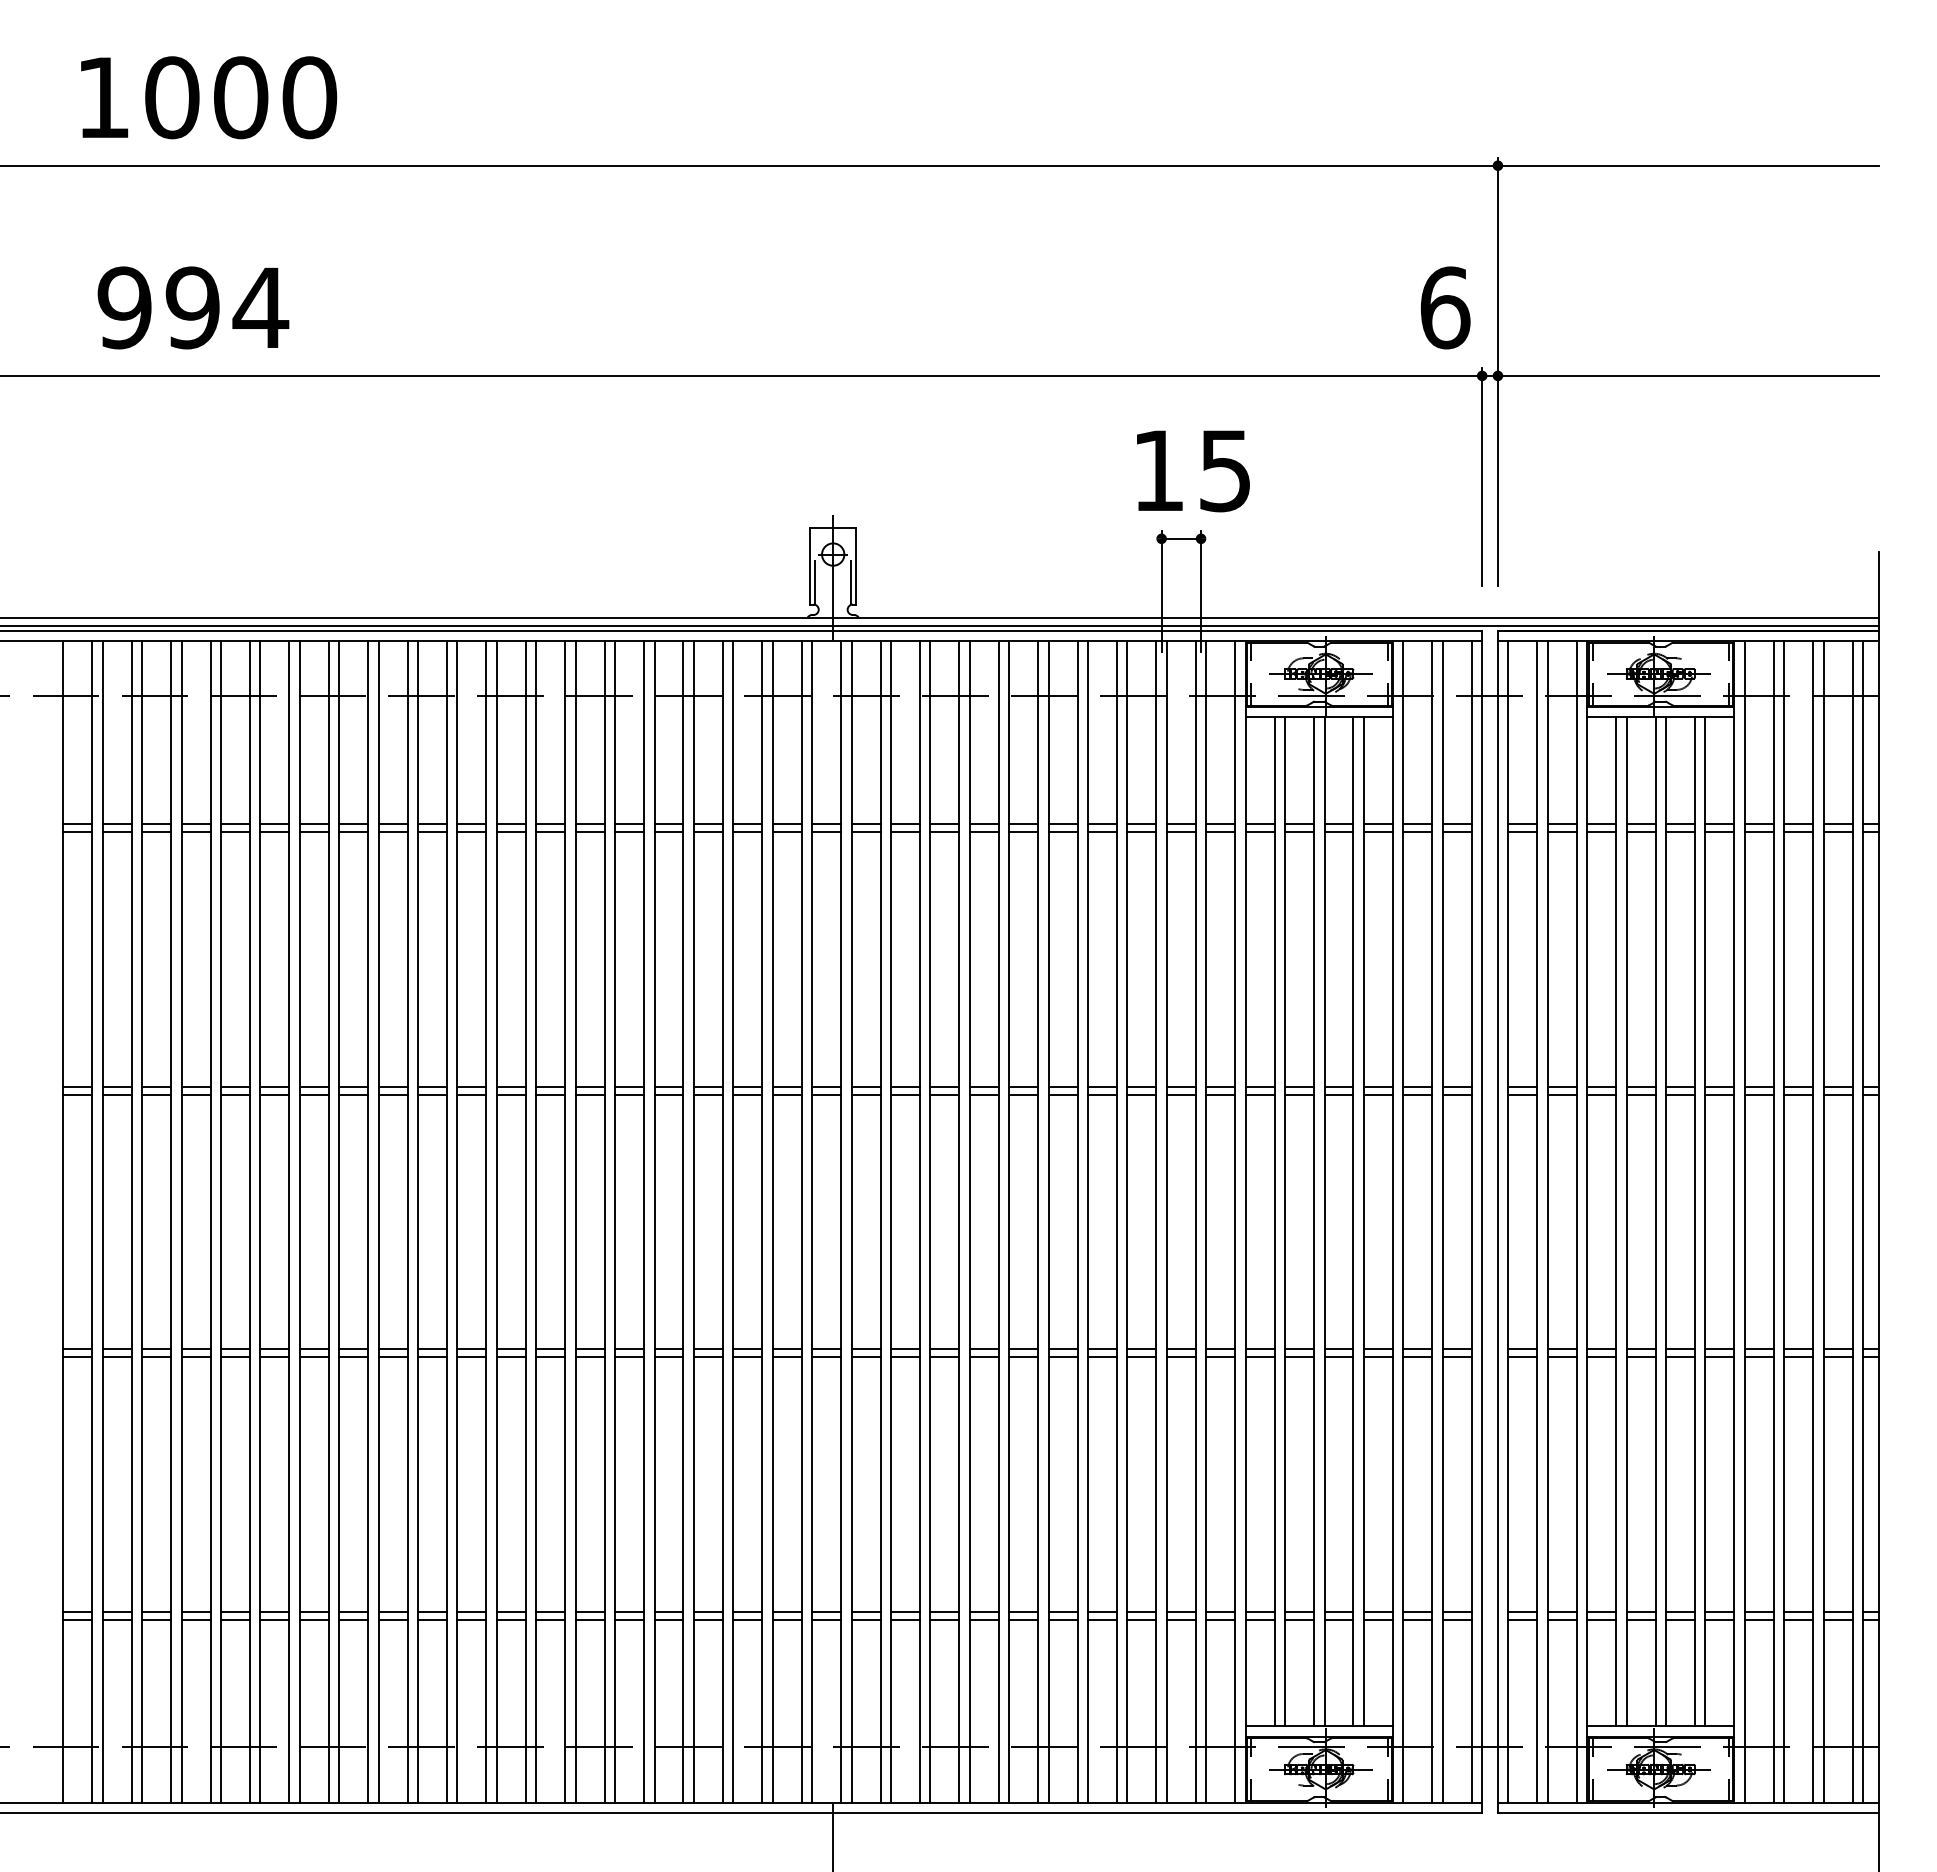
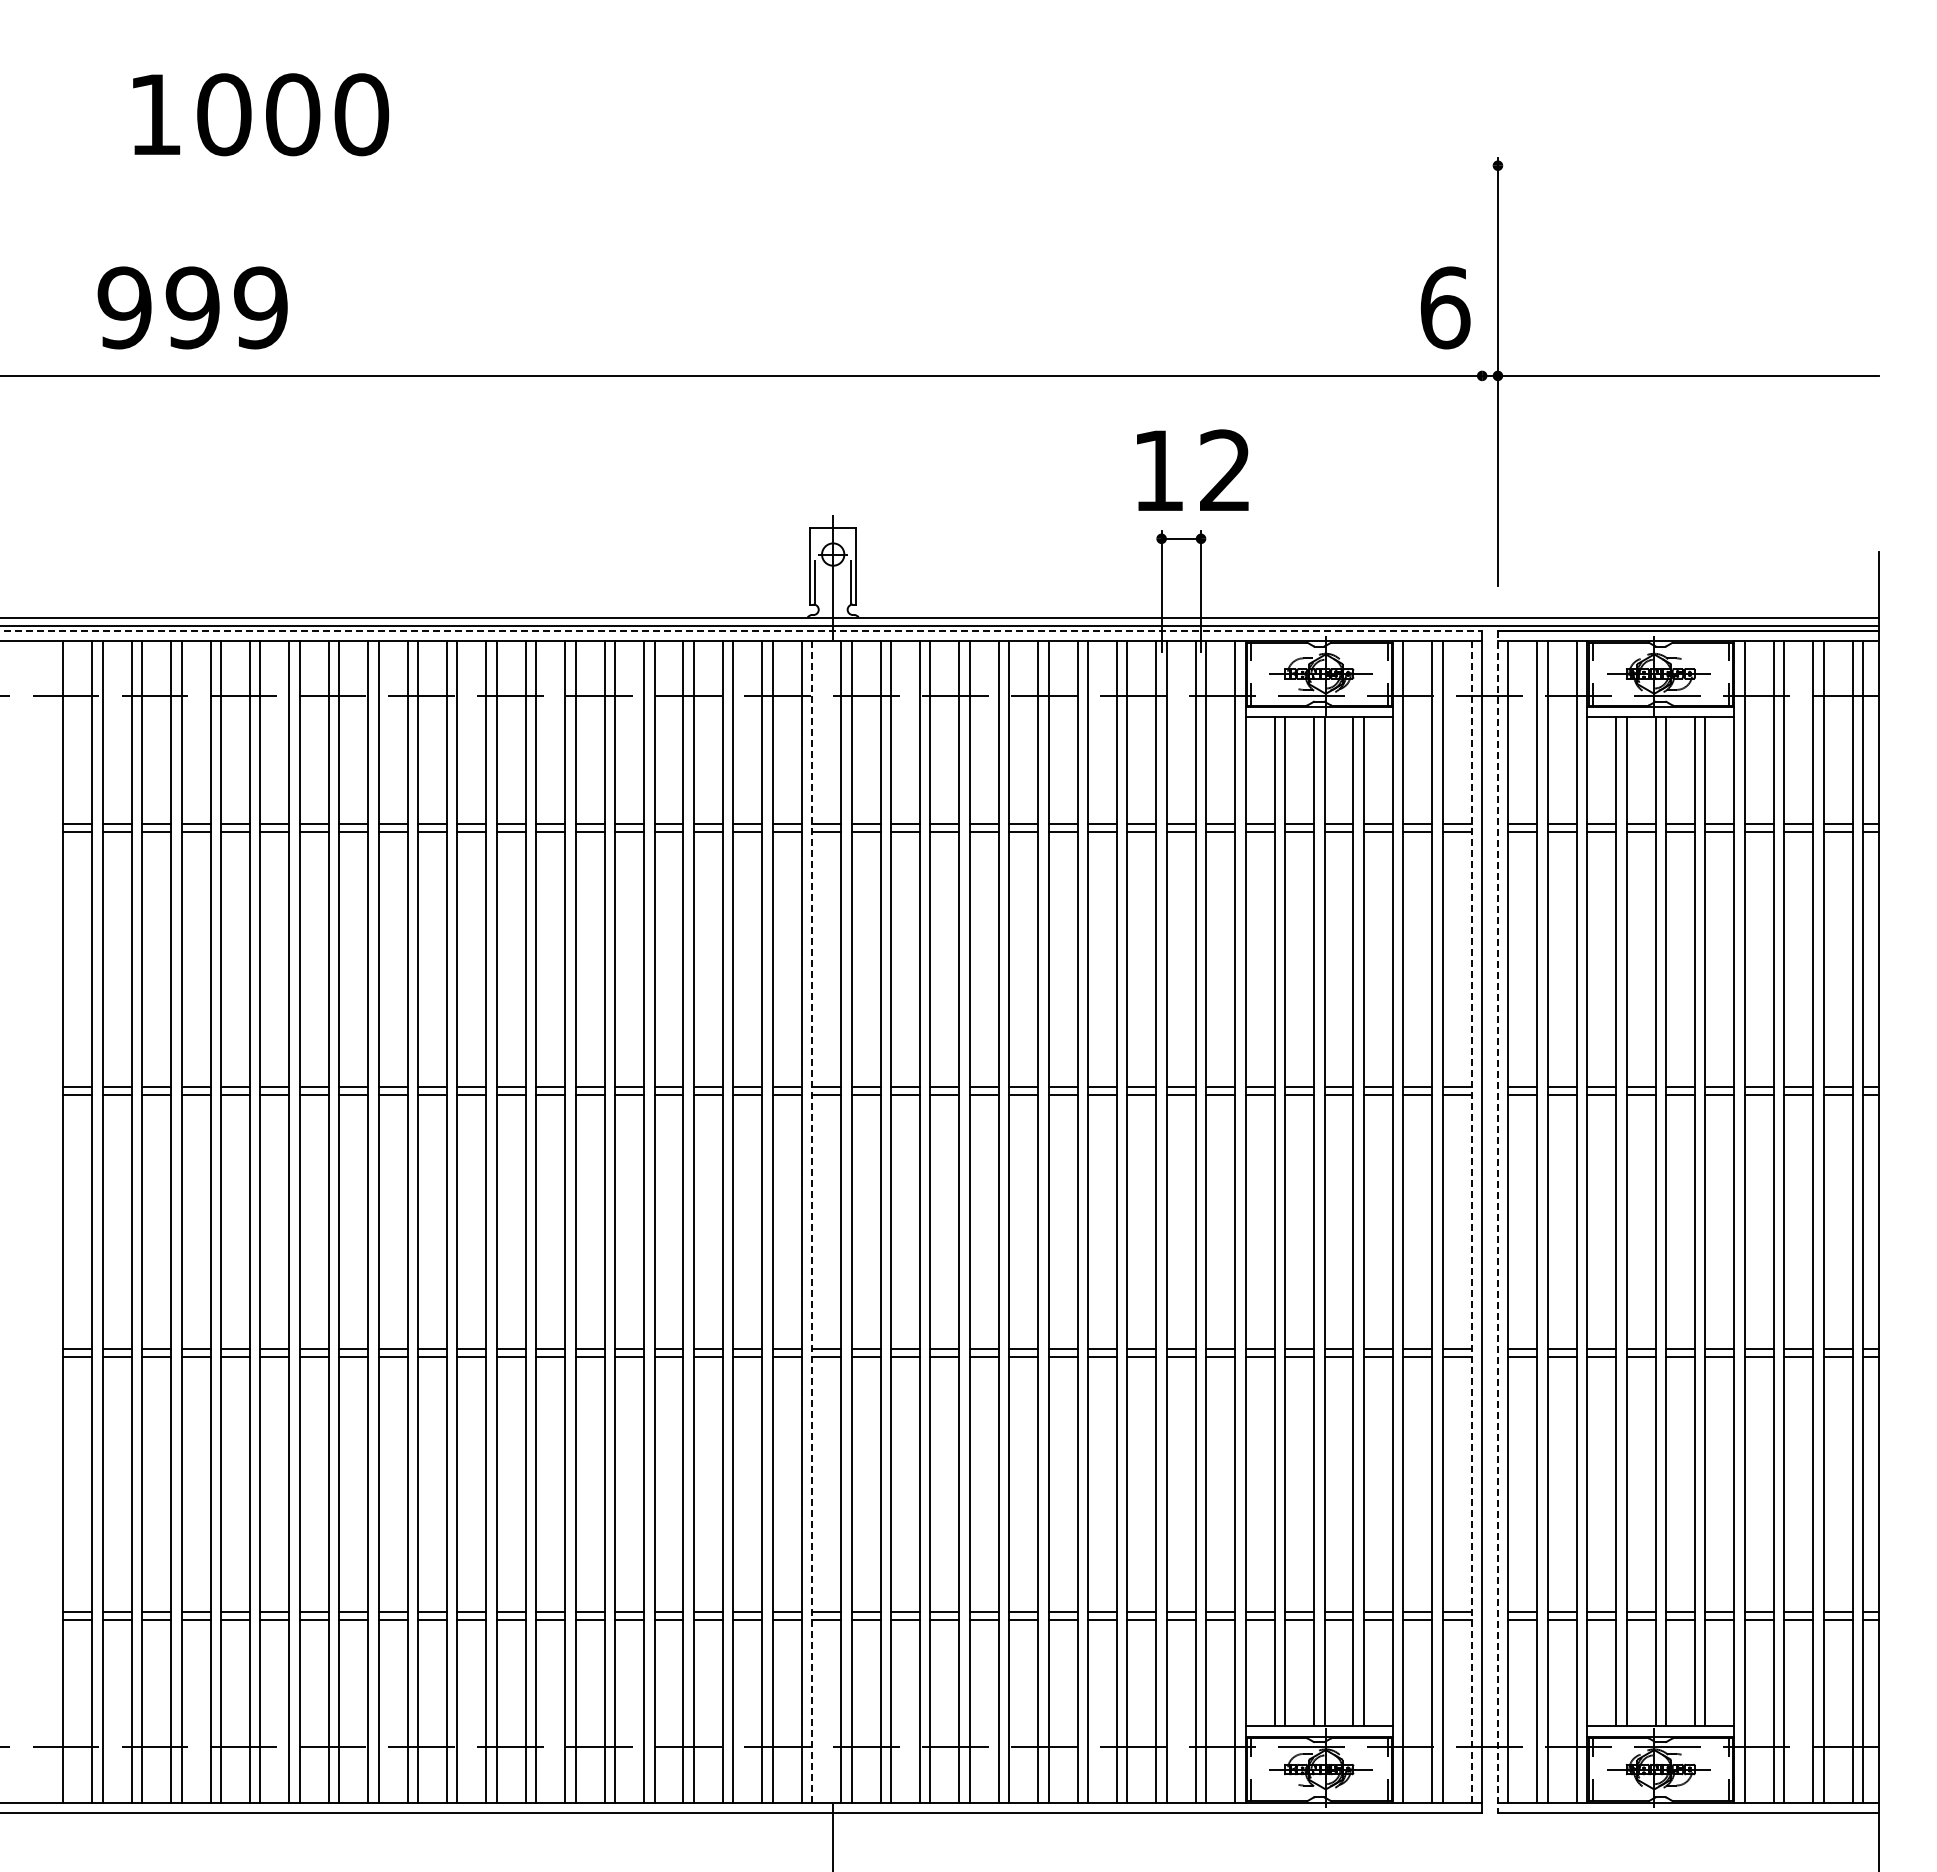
text at (209, 97) position: (209, 97) -> (261, 114)
line at (940, 165): present -> none
text at (260, 307): 994 -> 999
text at (1224, 470): 15 -> 12
line at (1482, 477): present -> none
line at (741, 630): solid -> dashed
line at (812, 1221): solid -> dashed
line at (1471, 1221): solid -> dashed
line at (1497, 1222): solid -> dashed
